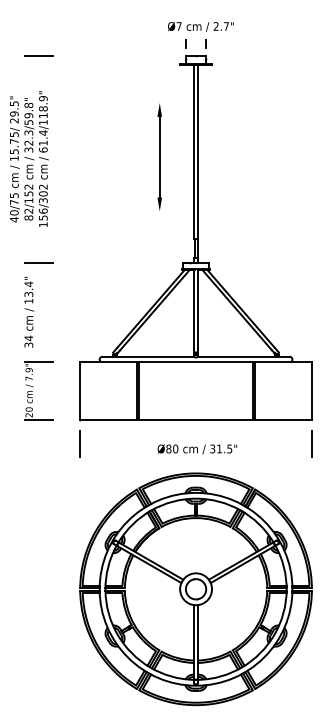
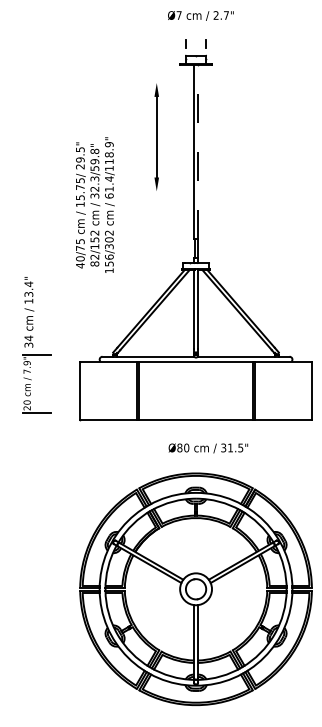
text at (200, 26) position: (200, 26) -> (200, 15)
line at (38, 55): present -> none
line at (198, 151): solid -> dashed
part at (159, 156) position: (159, 156) -> (156, 136)
text at (29, 158) position: (29, 158) -> (95, 204)
line at (38, 262): present -> none
part at (38, 390) position: (38, 390) -> (36, 383)
line at (80, 443): present -> none
line at (312, 443): present -> none
text at (197, 449) position: (197, 449) -> (208, 448)
